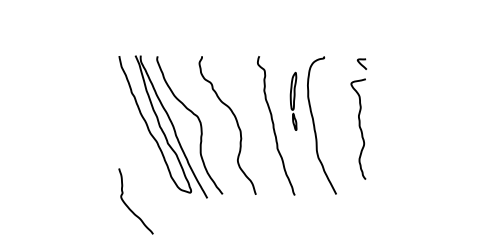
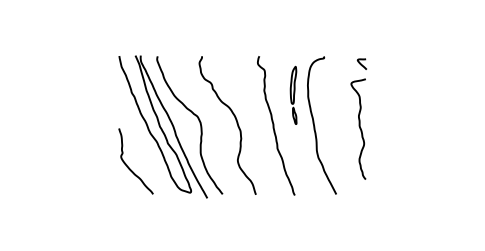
part at (293, 100) position: (293, 100) -> (293, 94)
curve at (129, 207) position: (129, 207) -> (129, 167)
